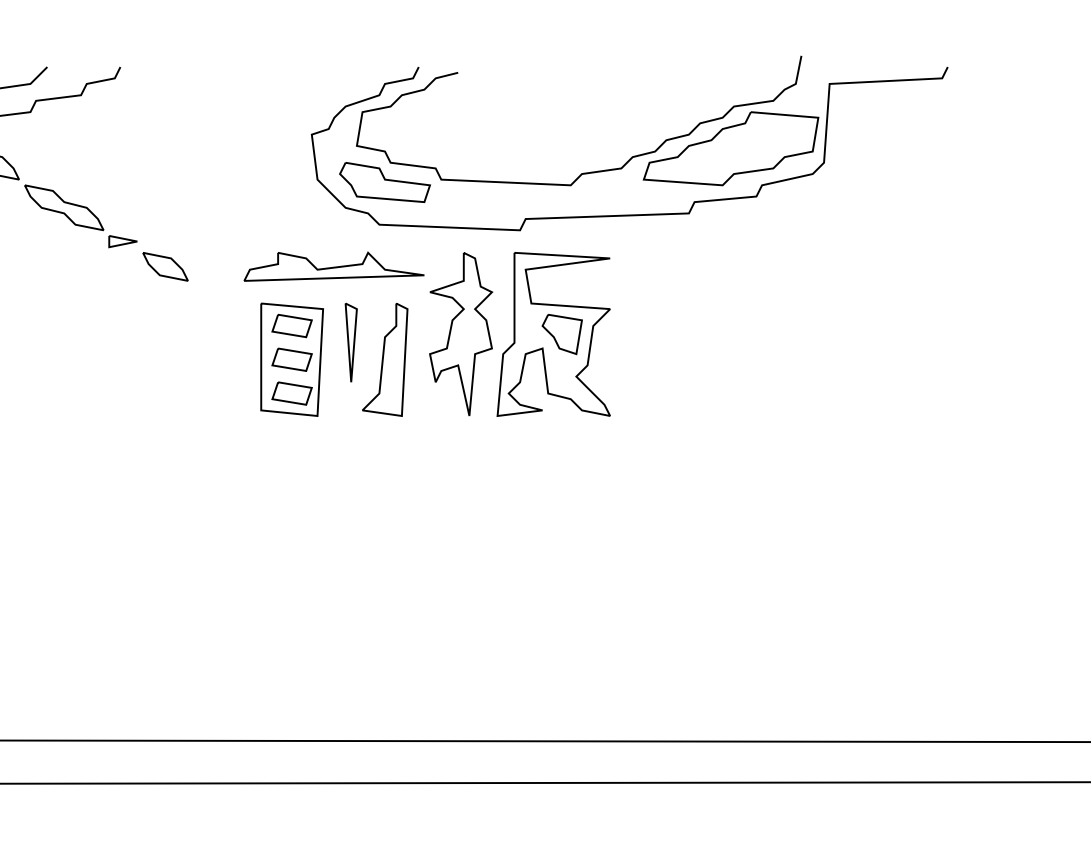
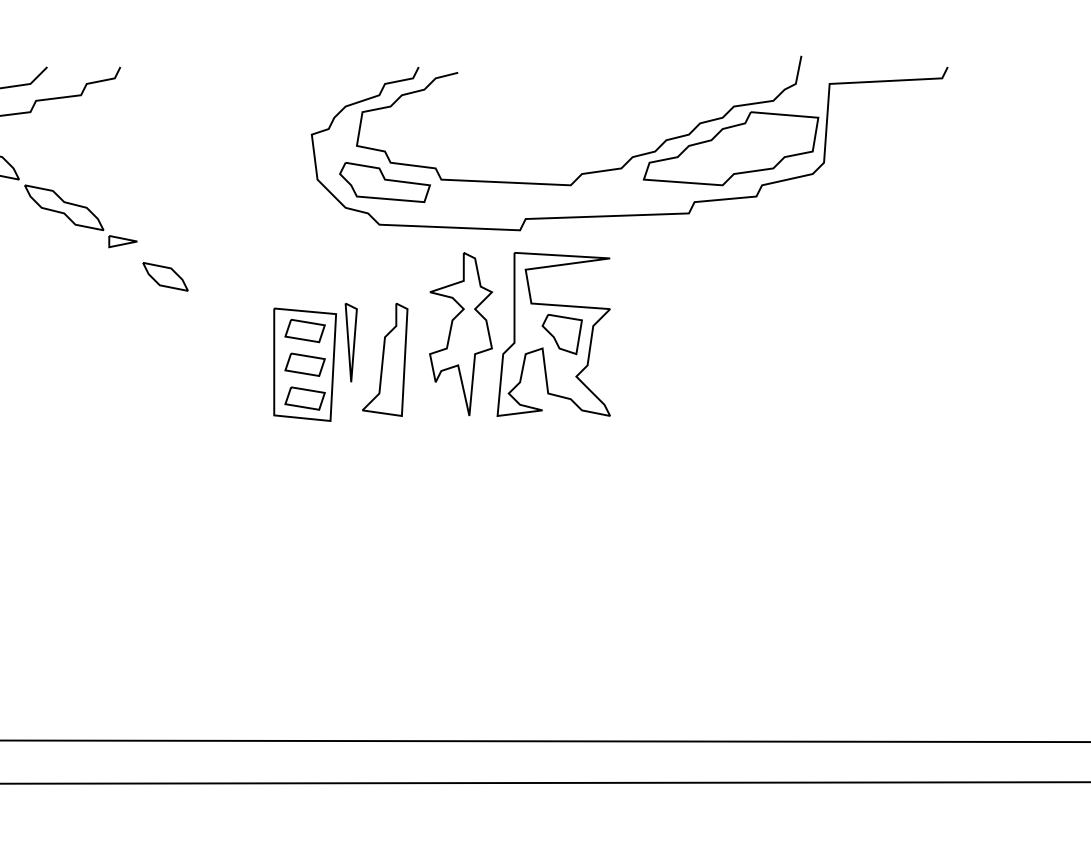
part at (165, 266) position: (165, 266) -> (165, 276)
part at (333, 266): present -> none
part at (291, 359) position: (291, 359) -> (304, 364)
